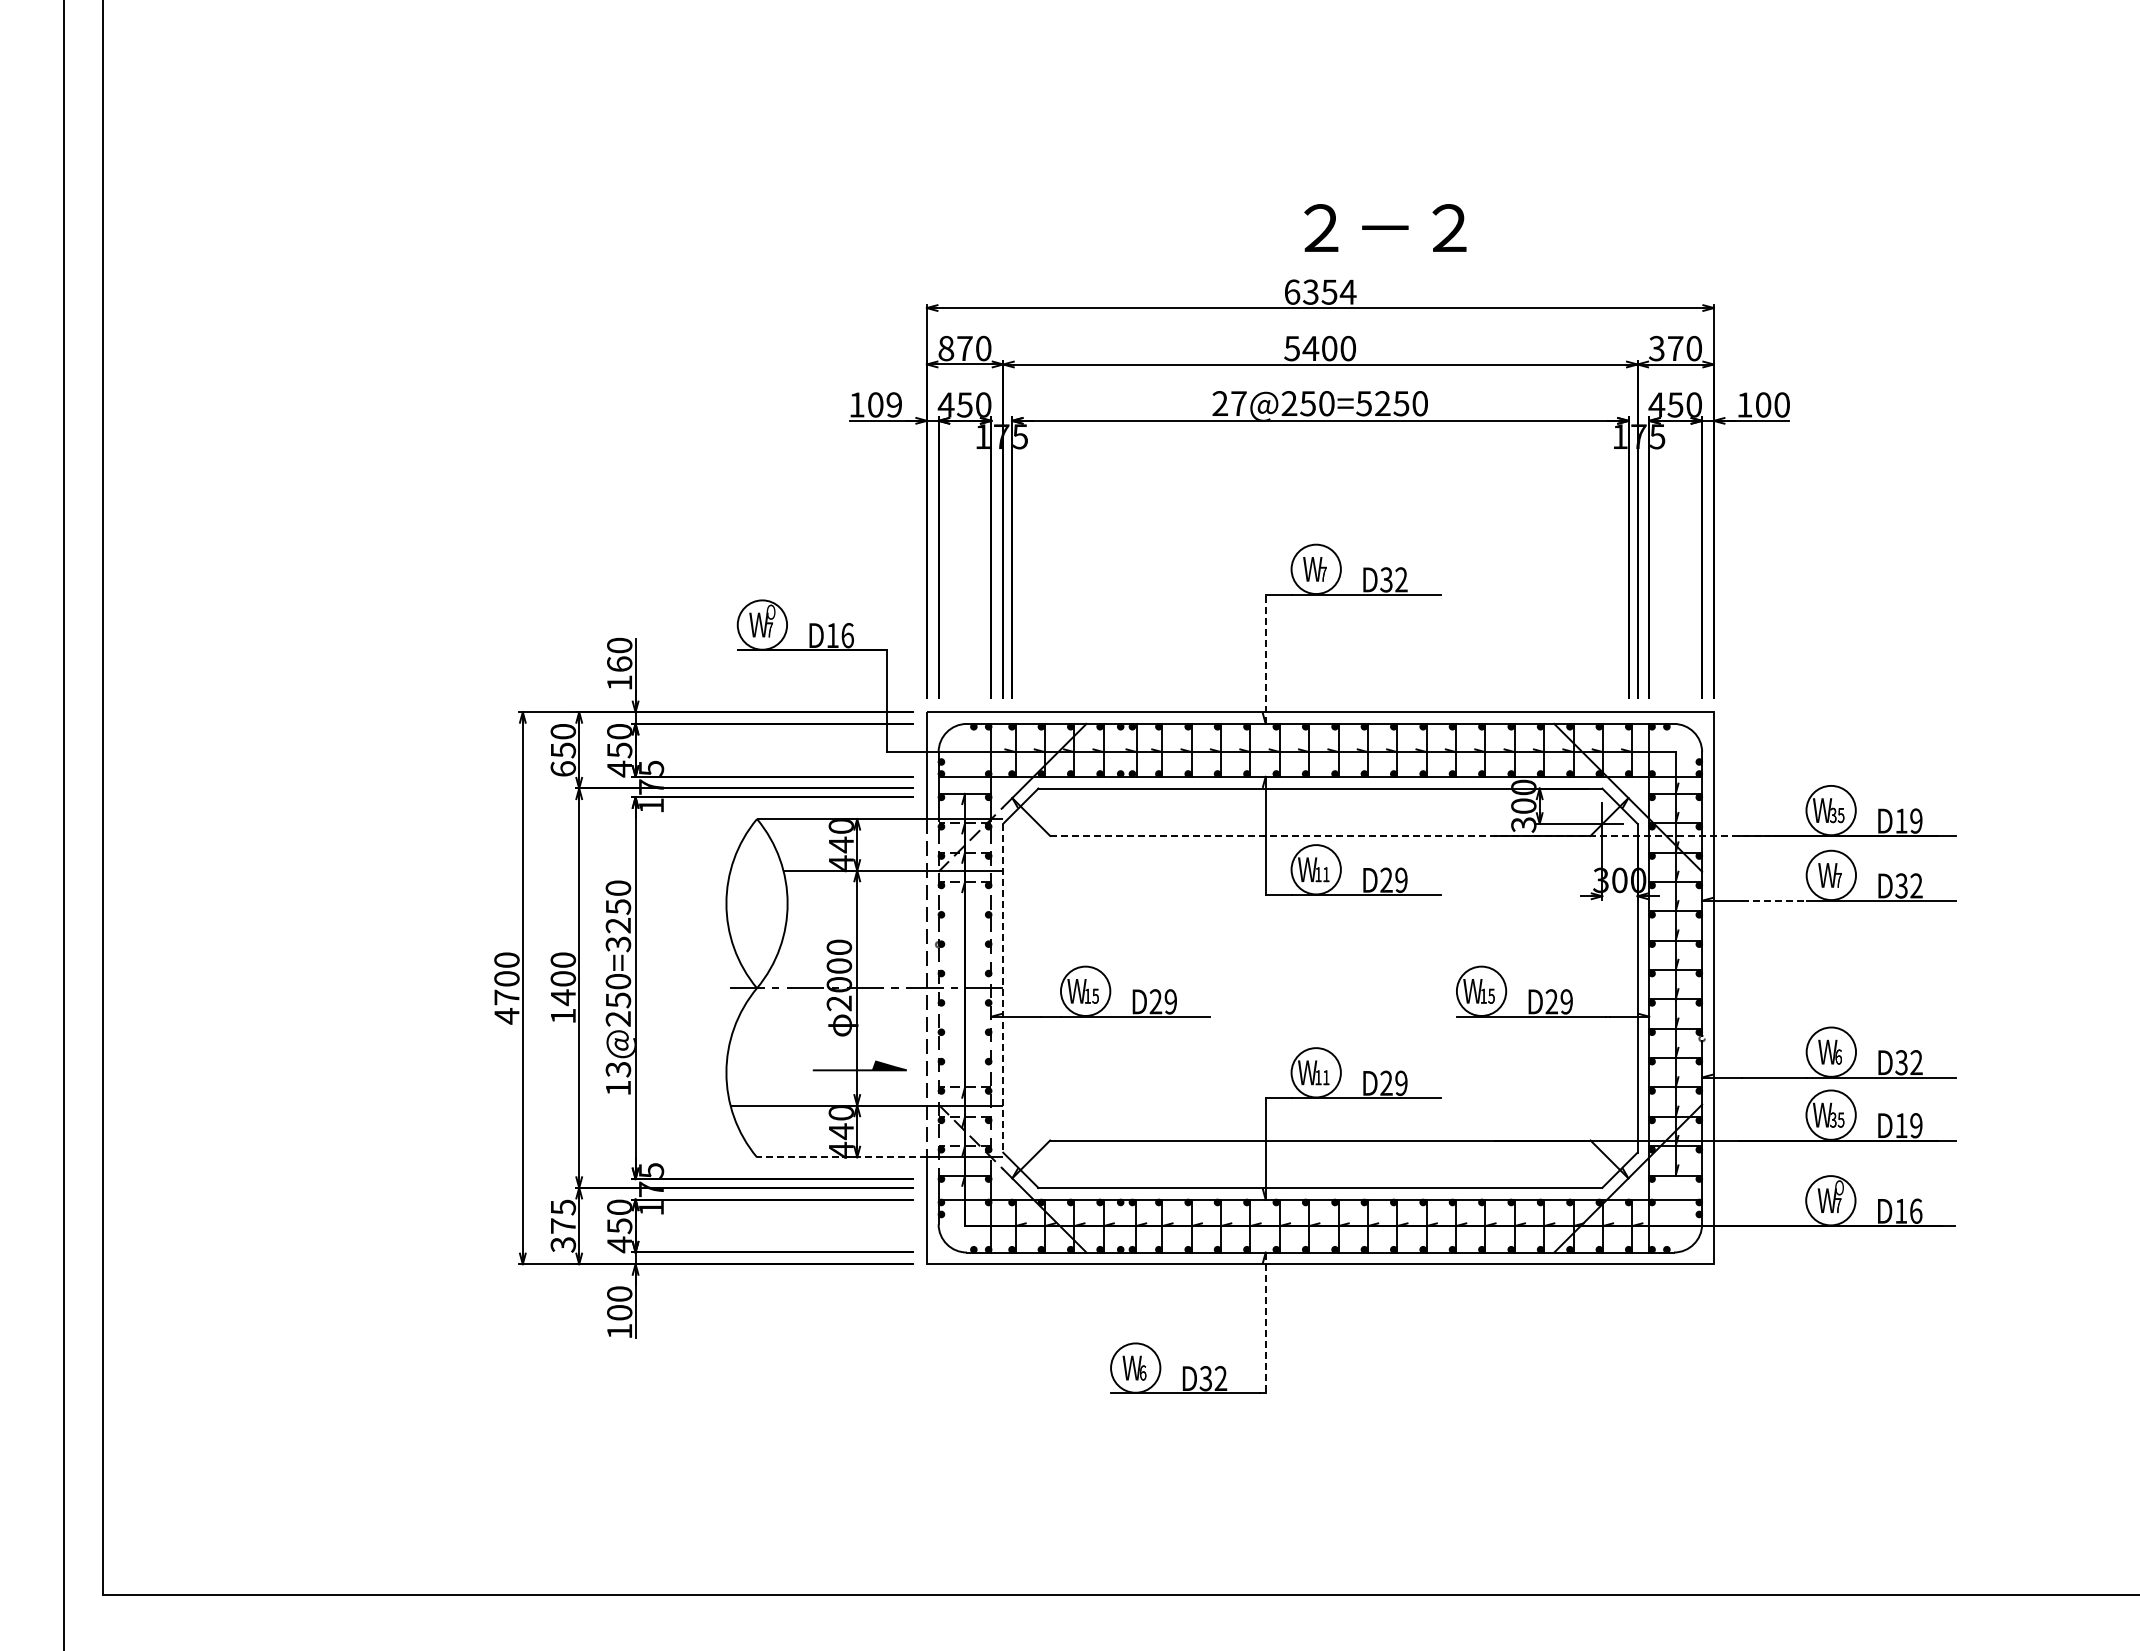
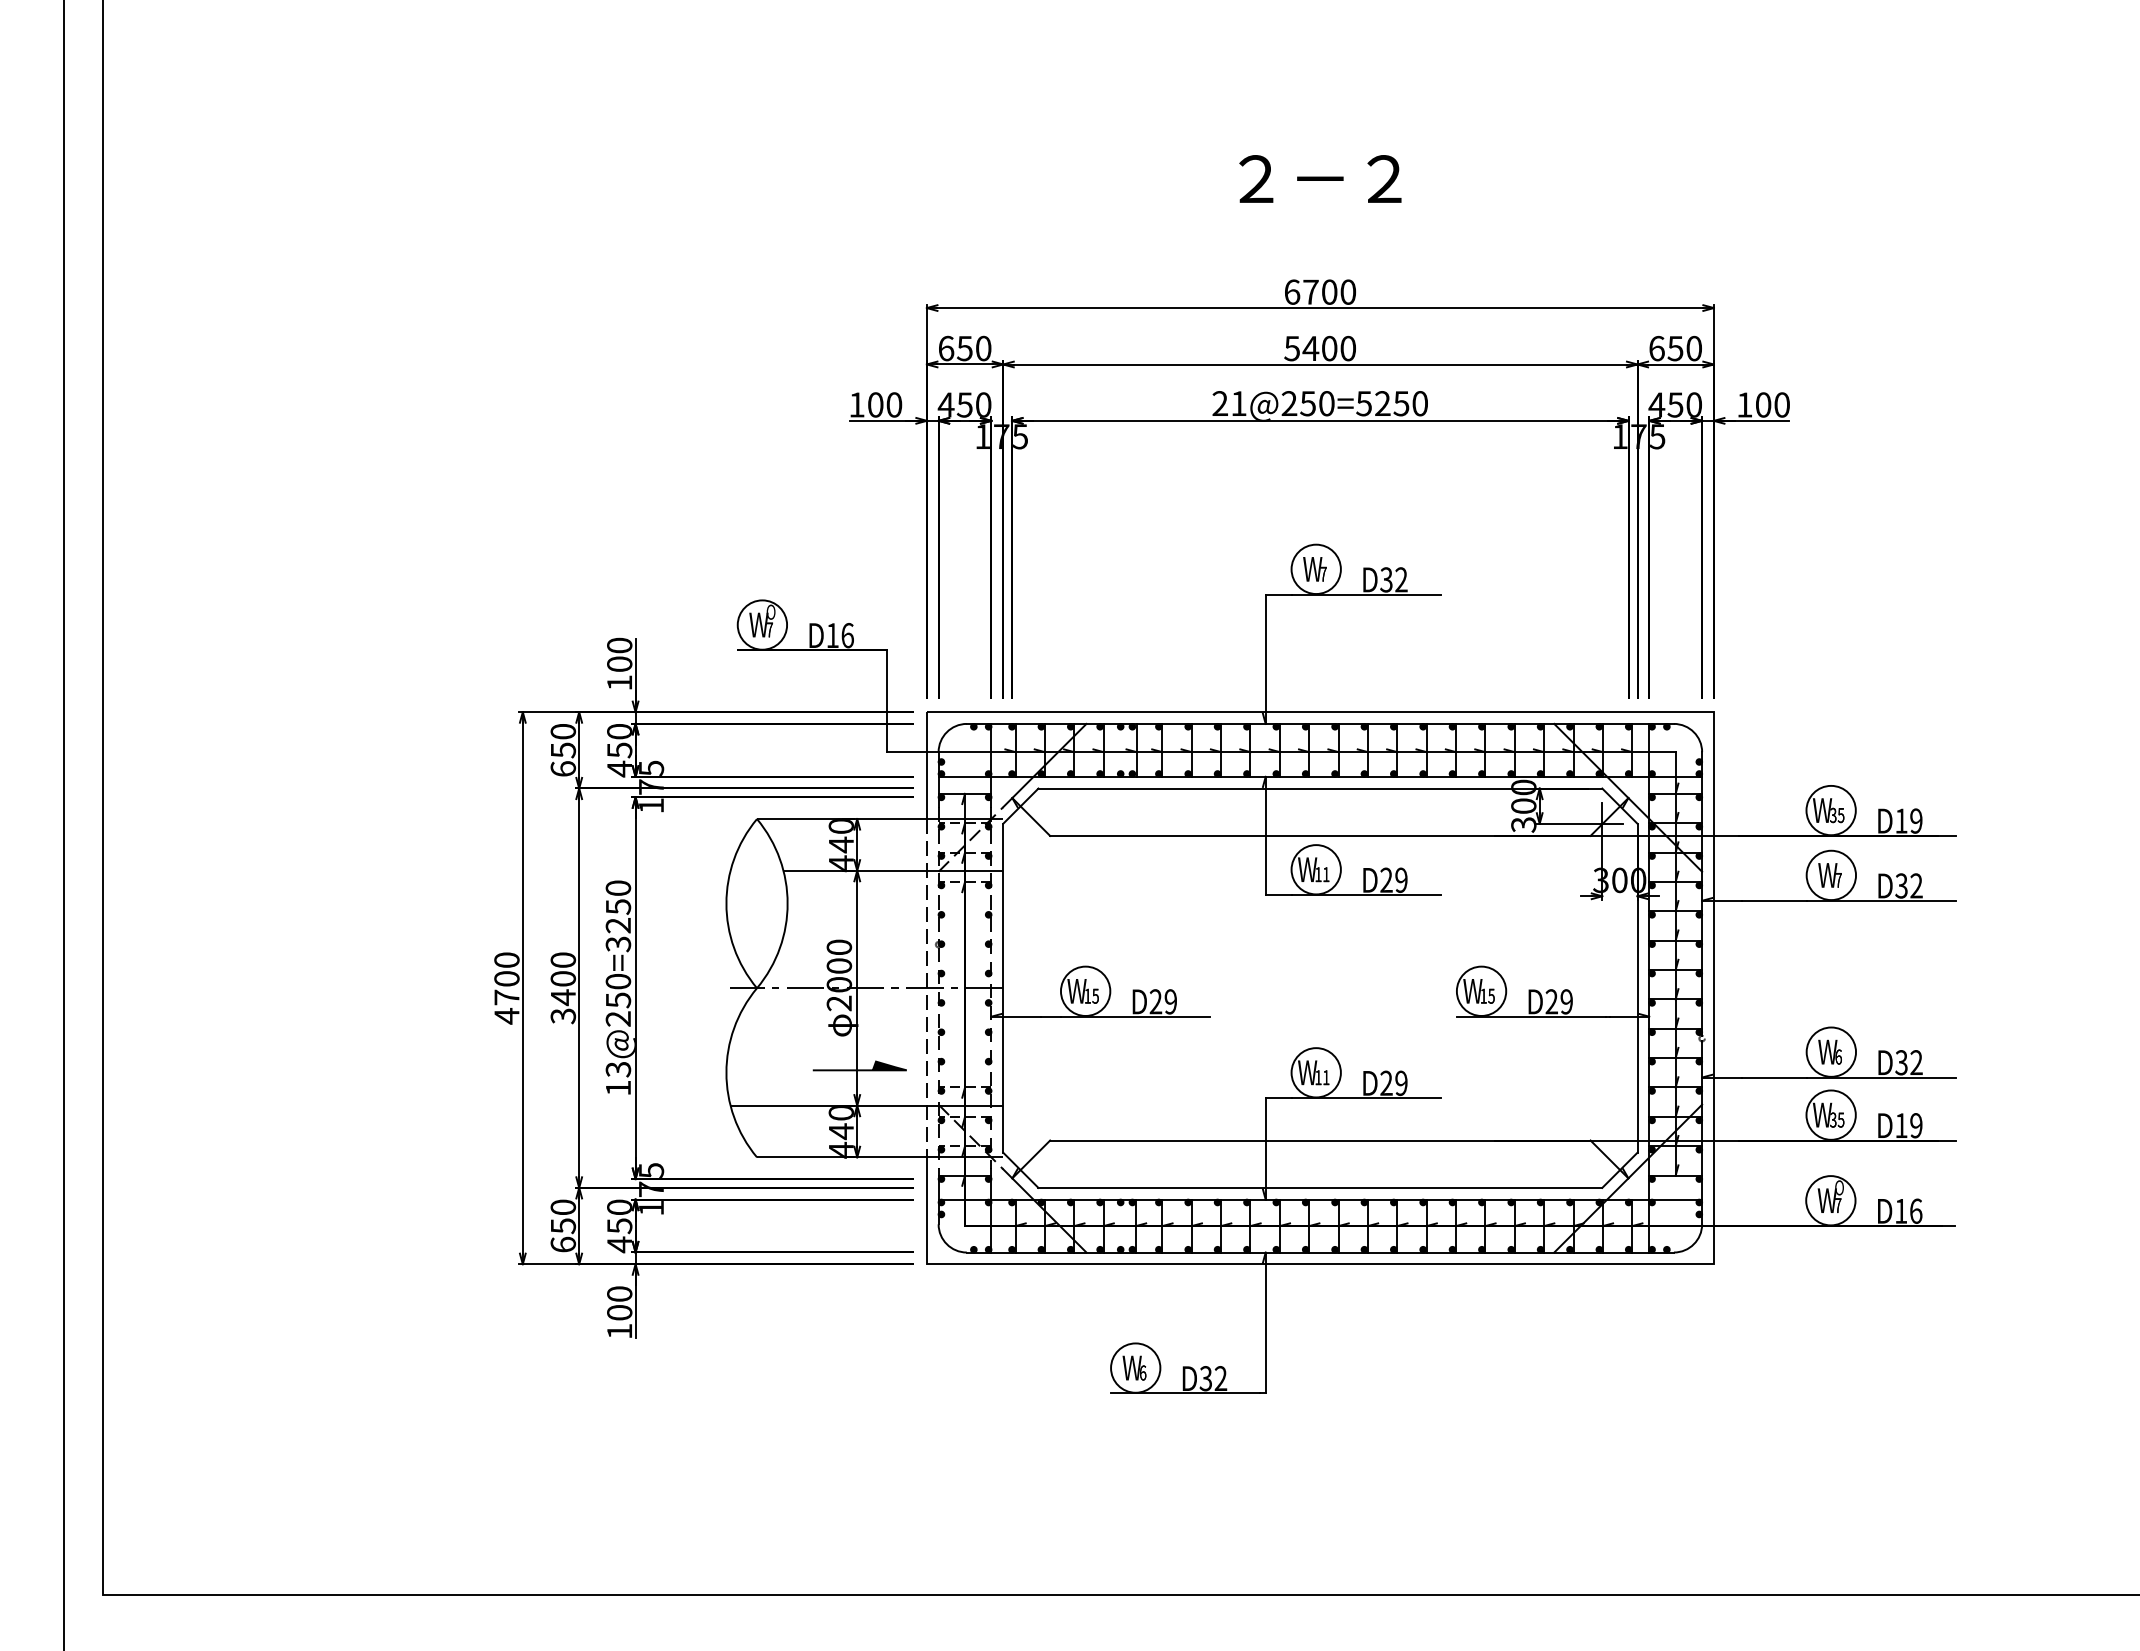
text at (1385, 227) position: (1385, 227) -> (1320, 178)
text at (1329, 291): 6354 -> 6700
text at (955, 348): 870 -> 650
text at (1666, 348): 370 -> 650
text at (1238, 403): 27@250=5250 -> 21@250=5250
text at (894, 404): 109 -> 100
line at (1265, 659): dashed -> solid
text at (619, 663): 160 -> 100
line at (1412, 835): dashed -> solid
line at (1774, 900): dashed -> solid
line at (1003, 988): dashed -> solid
text at (563, 1016): 1400 -> 3400
line at (841, 1157): dashed -> solid
text at (563, 1225): 375 -> 650
line at (1265, 1323): dashed -> solid
